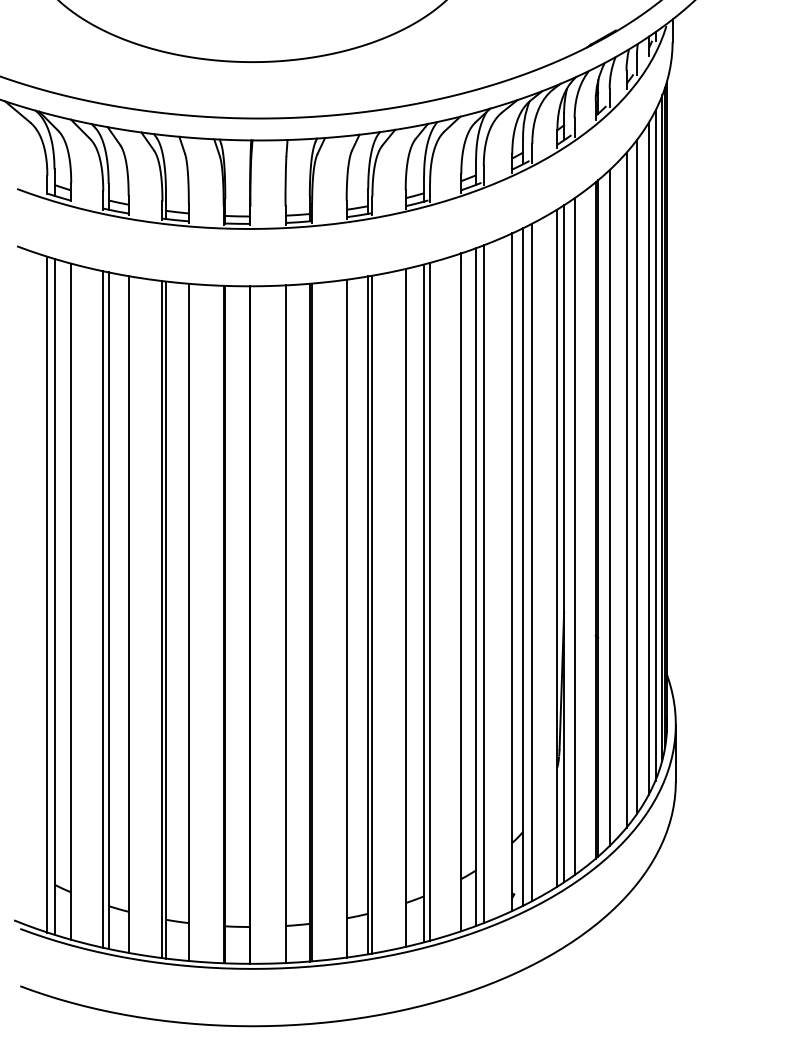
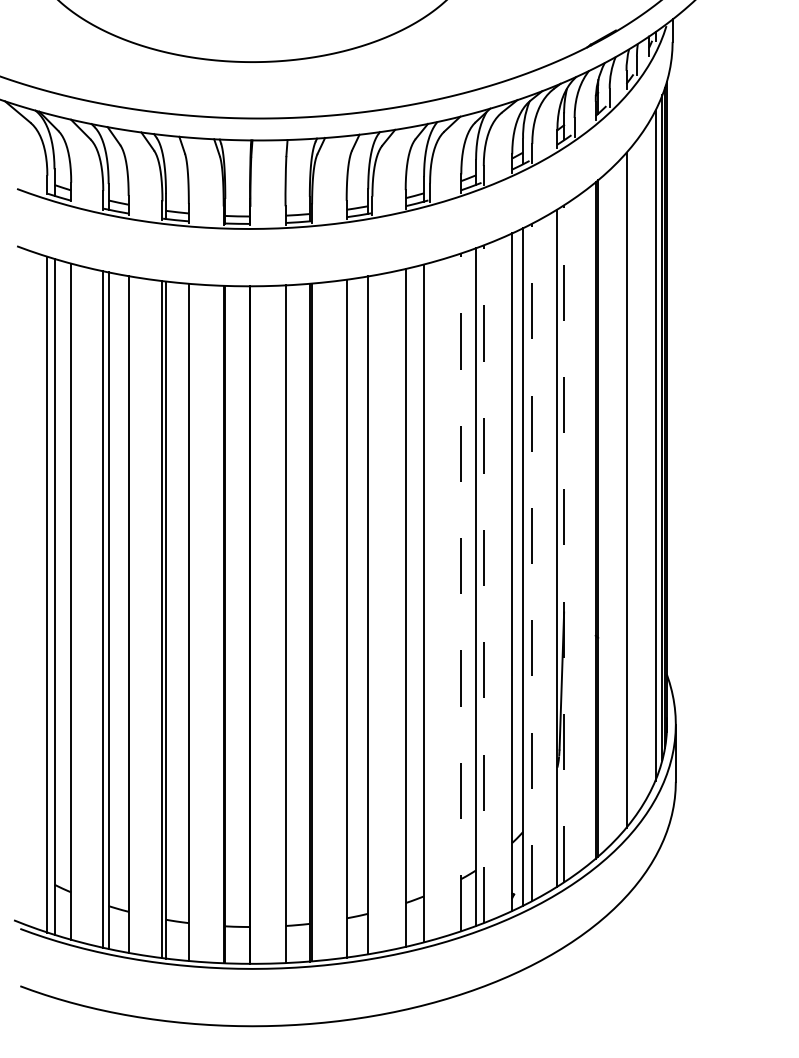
line at (648, 458): present -> none
line at (636, 477): present -> none
line at (609, 507): present -> none
line at (574, 536): present -> none
line at (564, 543): solid -> dashed
line at (532, 562): solid -> dashed
line at (483, 584): solid -> dashed
line at (461, 592): solid -> dashed
line at (430, 601): present -> none
line at (372, 614): present -> none
